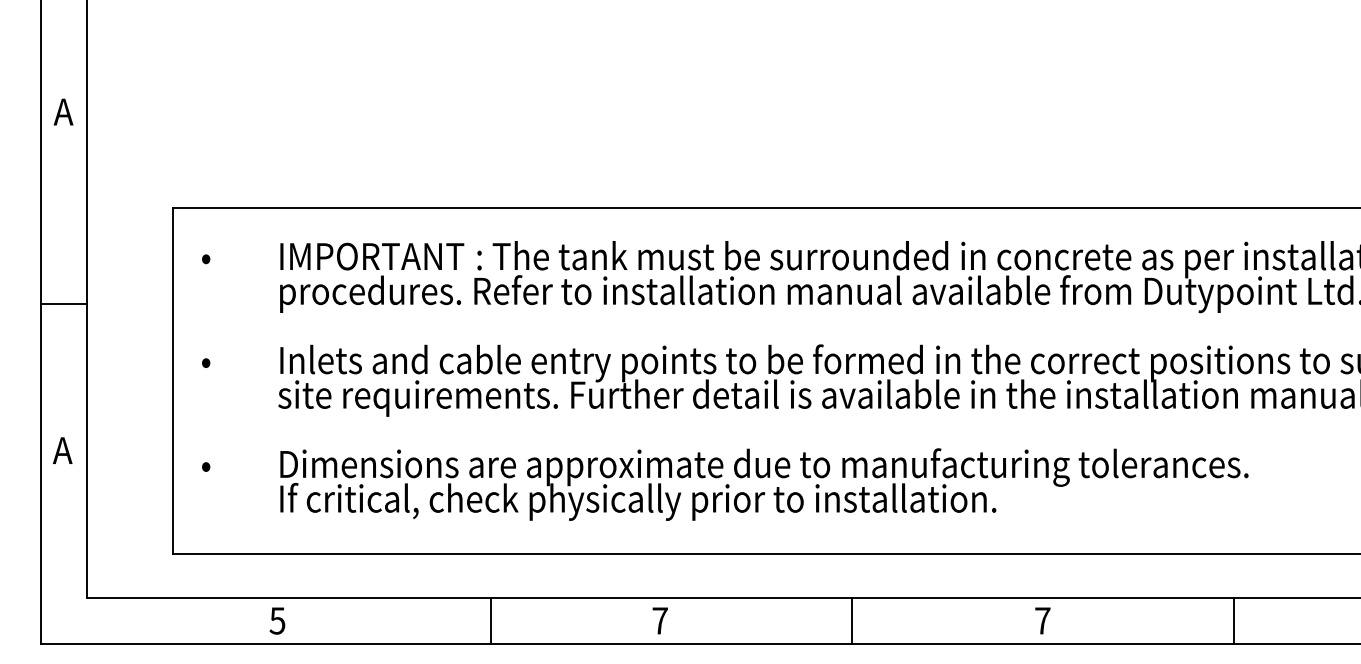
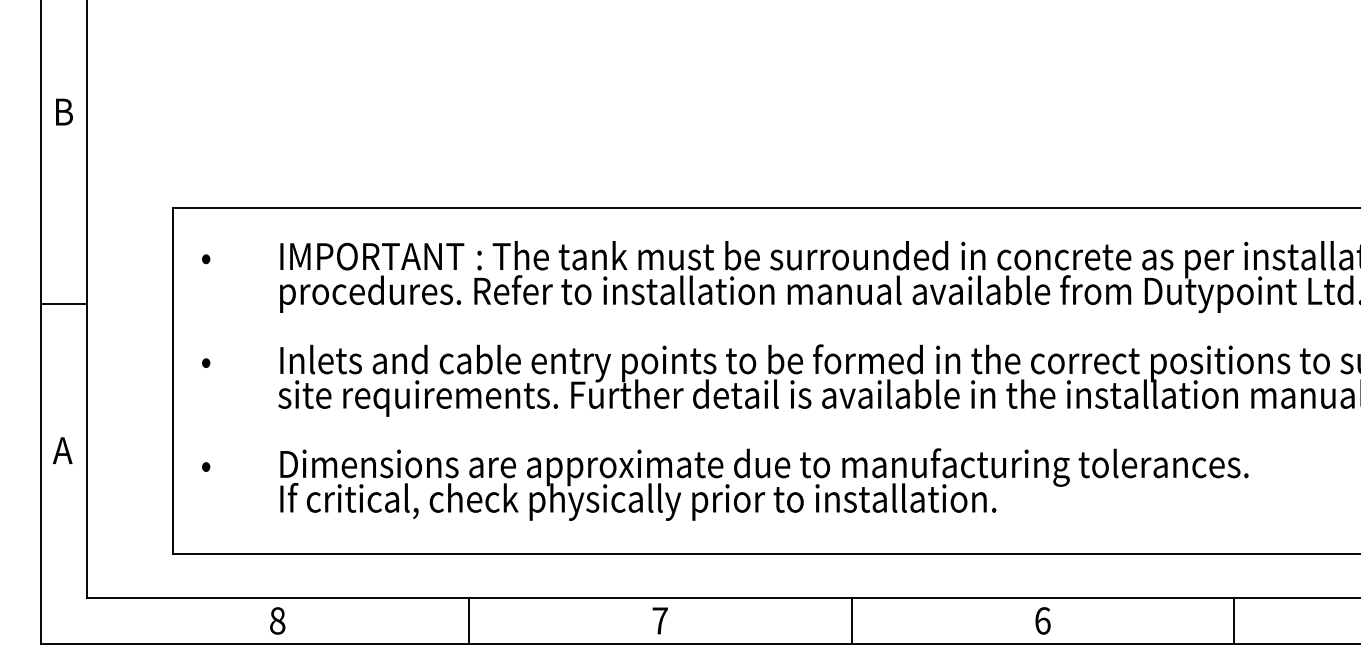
text at (63, 111): A -> B
text at (277, 620): 5 -> 8
text at (1042, 620): 7 -> 6
line at (491, 621) position: (491, 621) -> (469, 621)
